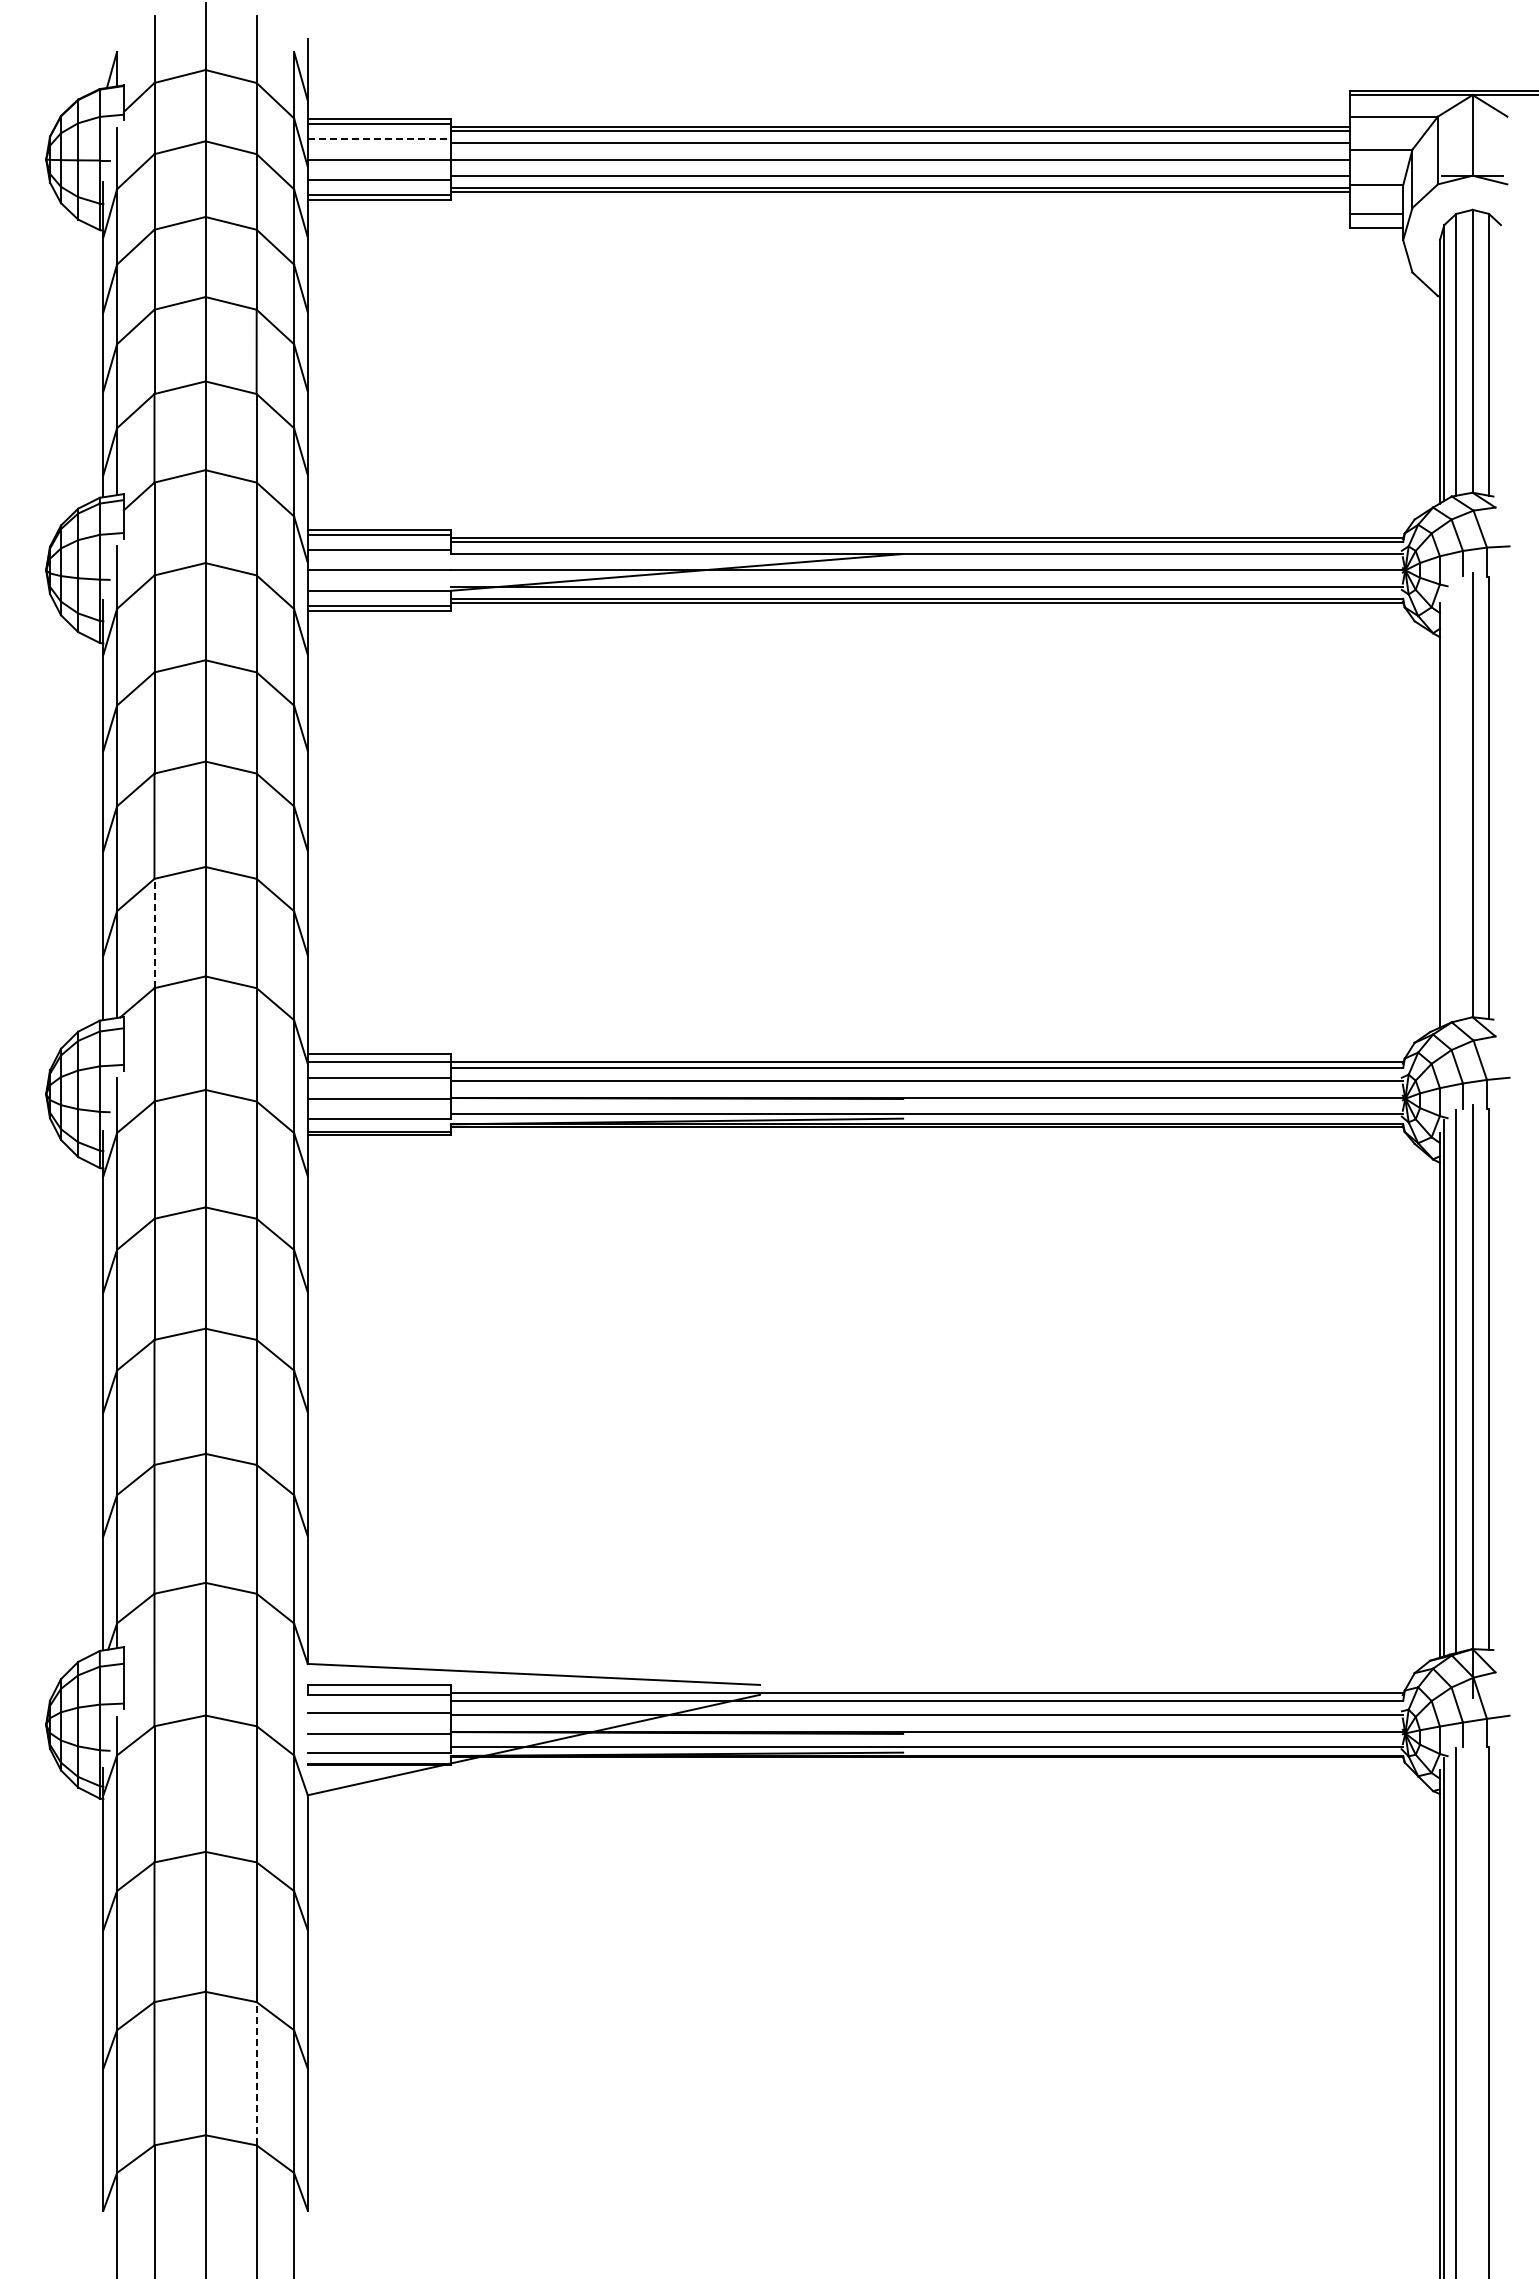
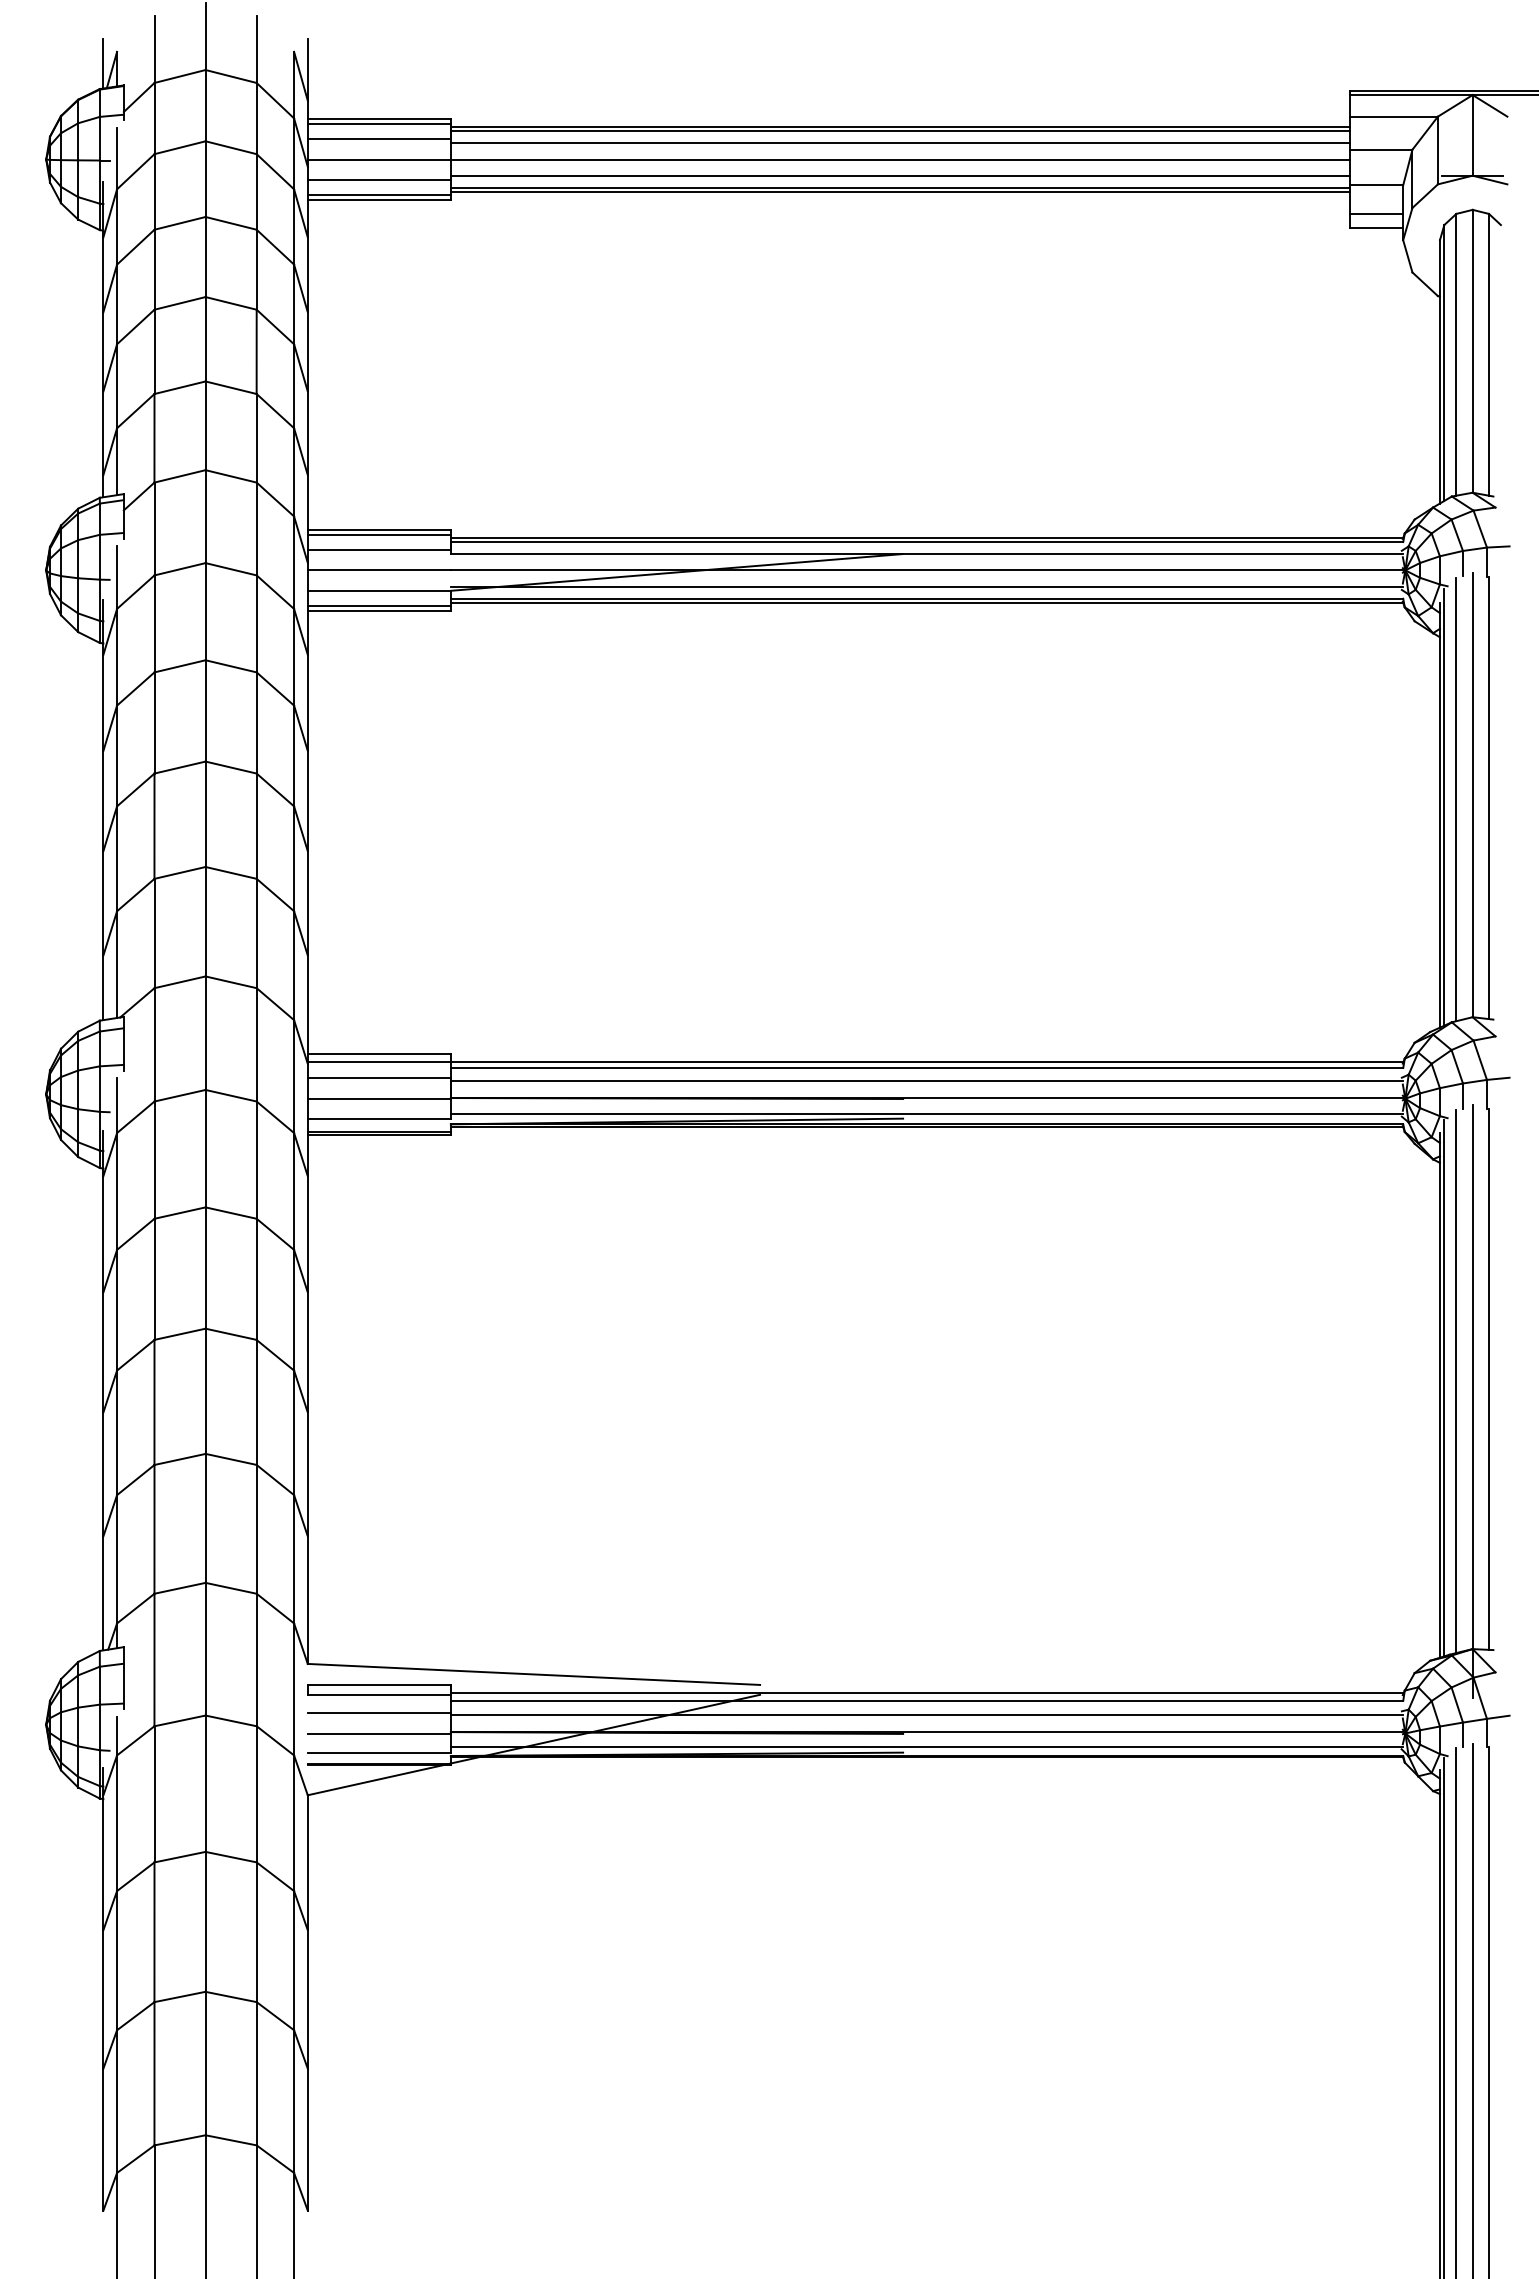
line at (103, 63): none -> present
line at (379, 139): dashed -> solid
line at (1456, 799): none -> present
line at (1444, 806): none -> present
line at (154, 933): dashed -> solid
line at (1472, 2009): none -> present
line at (256, 2073): dashed -> solid
